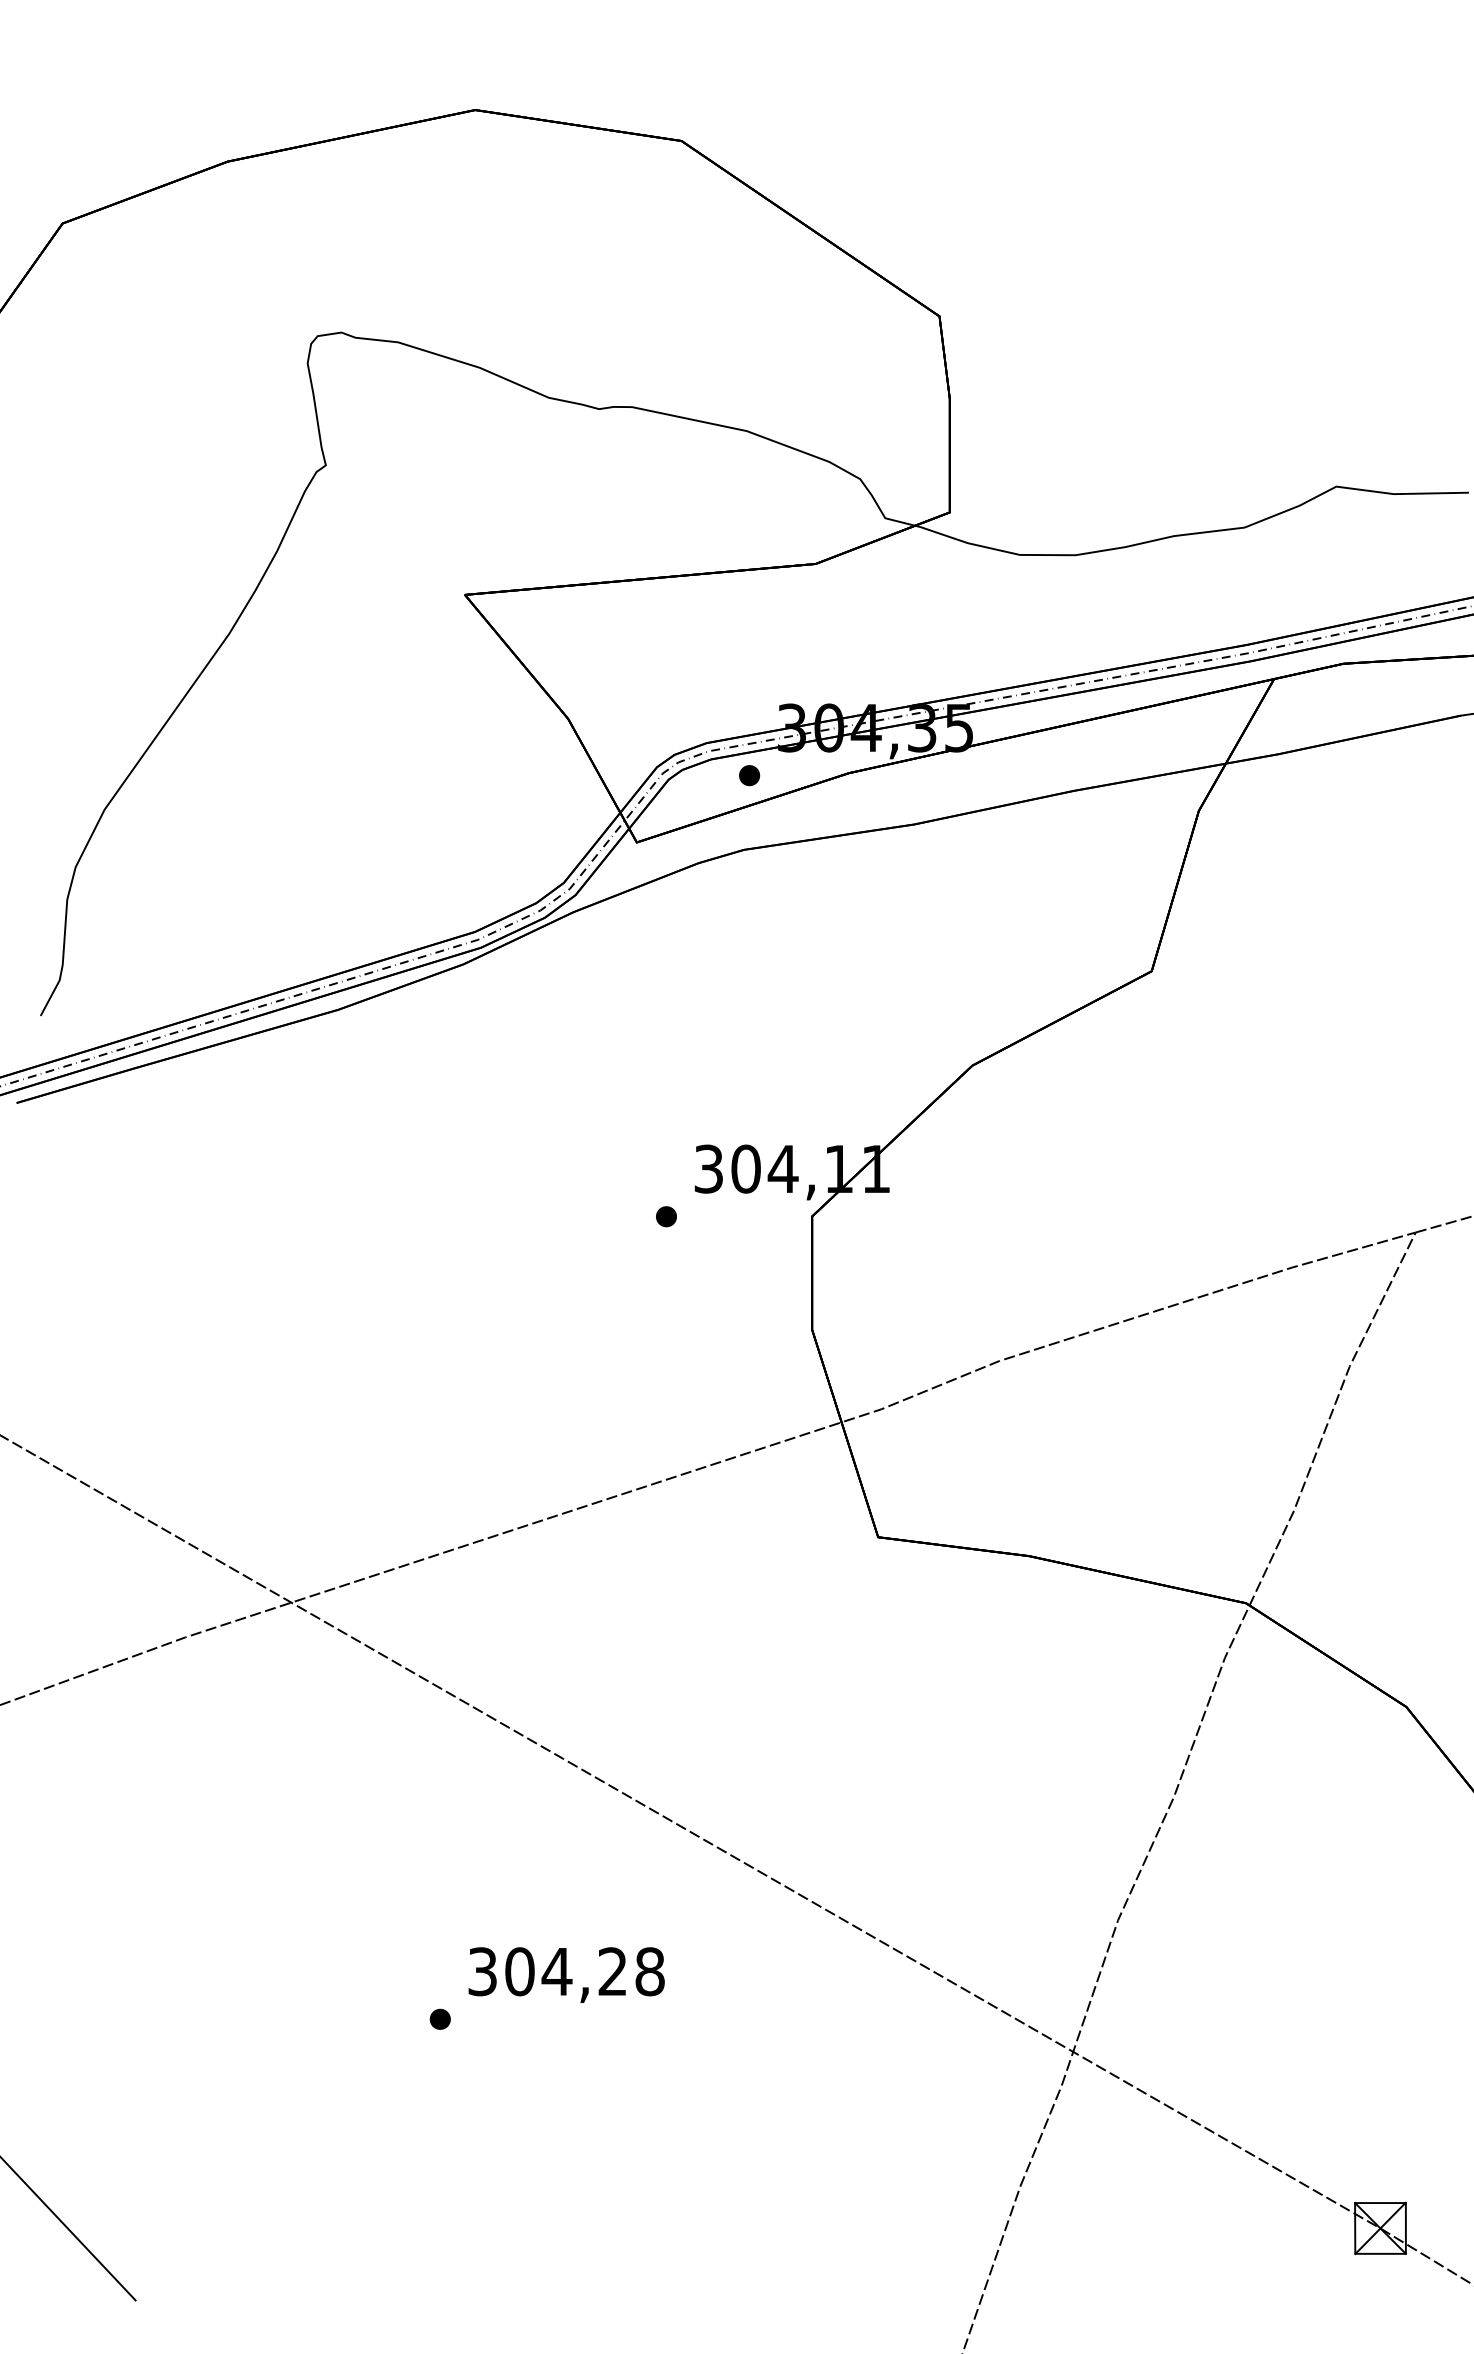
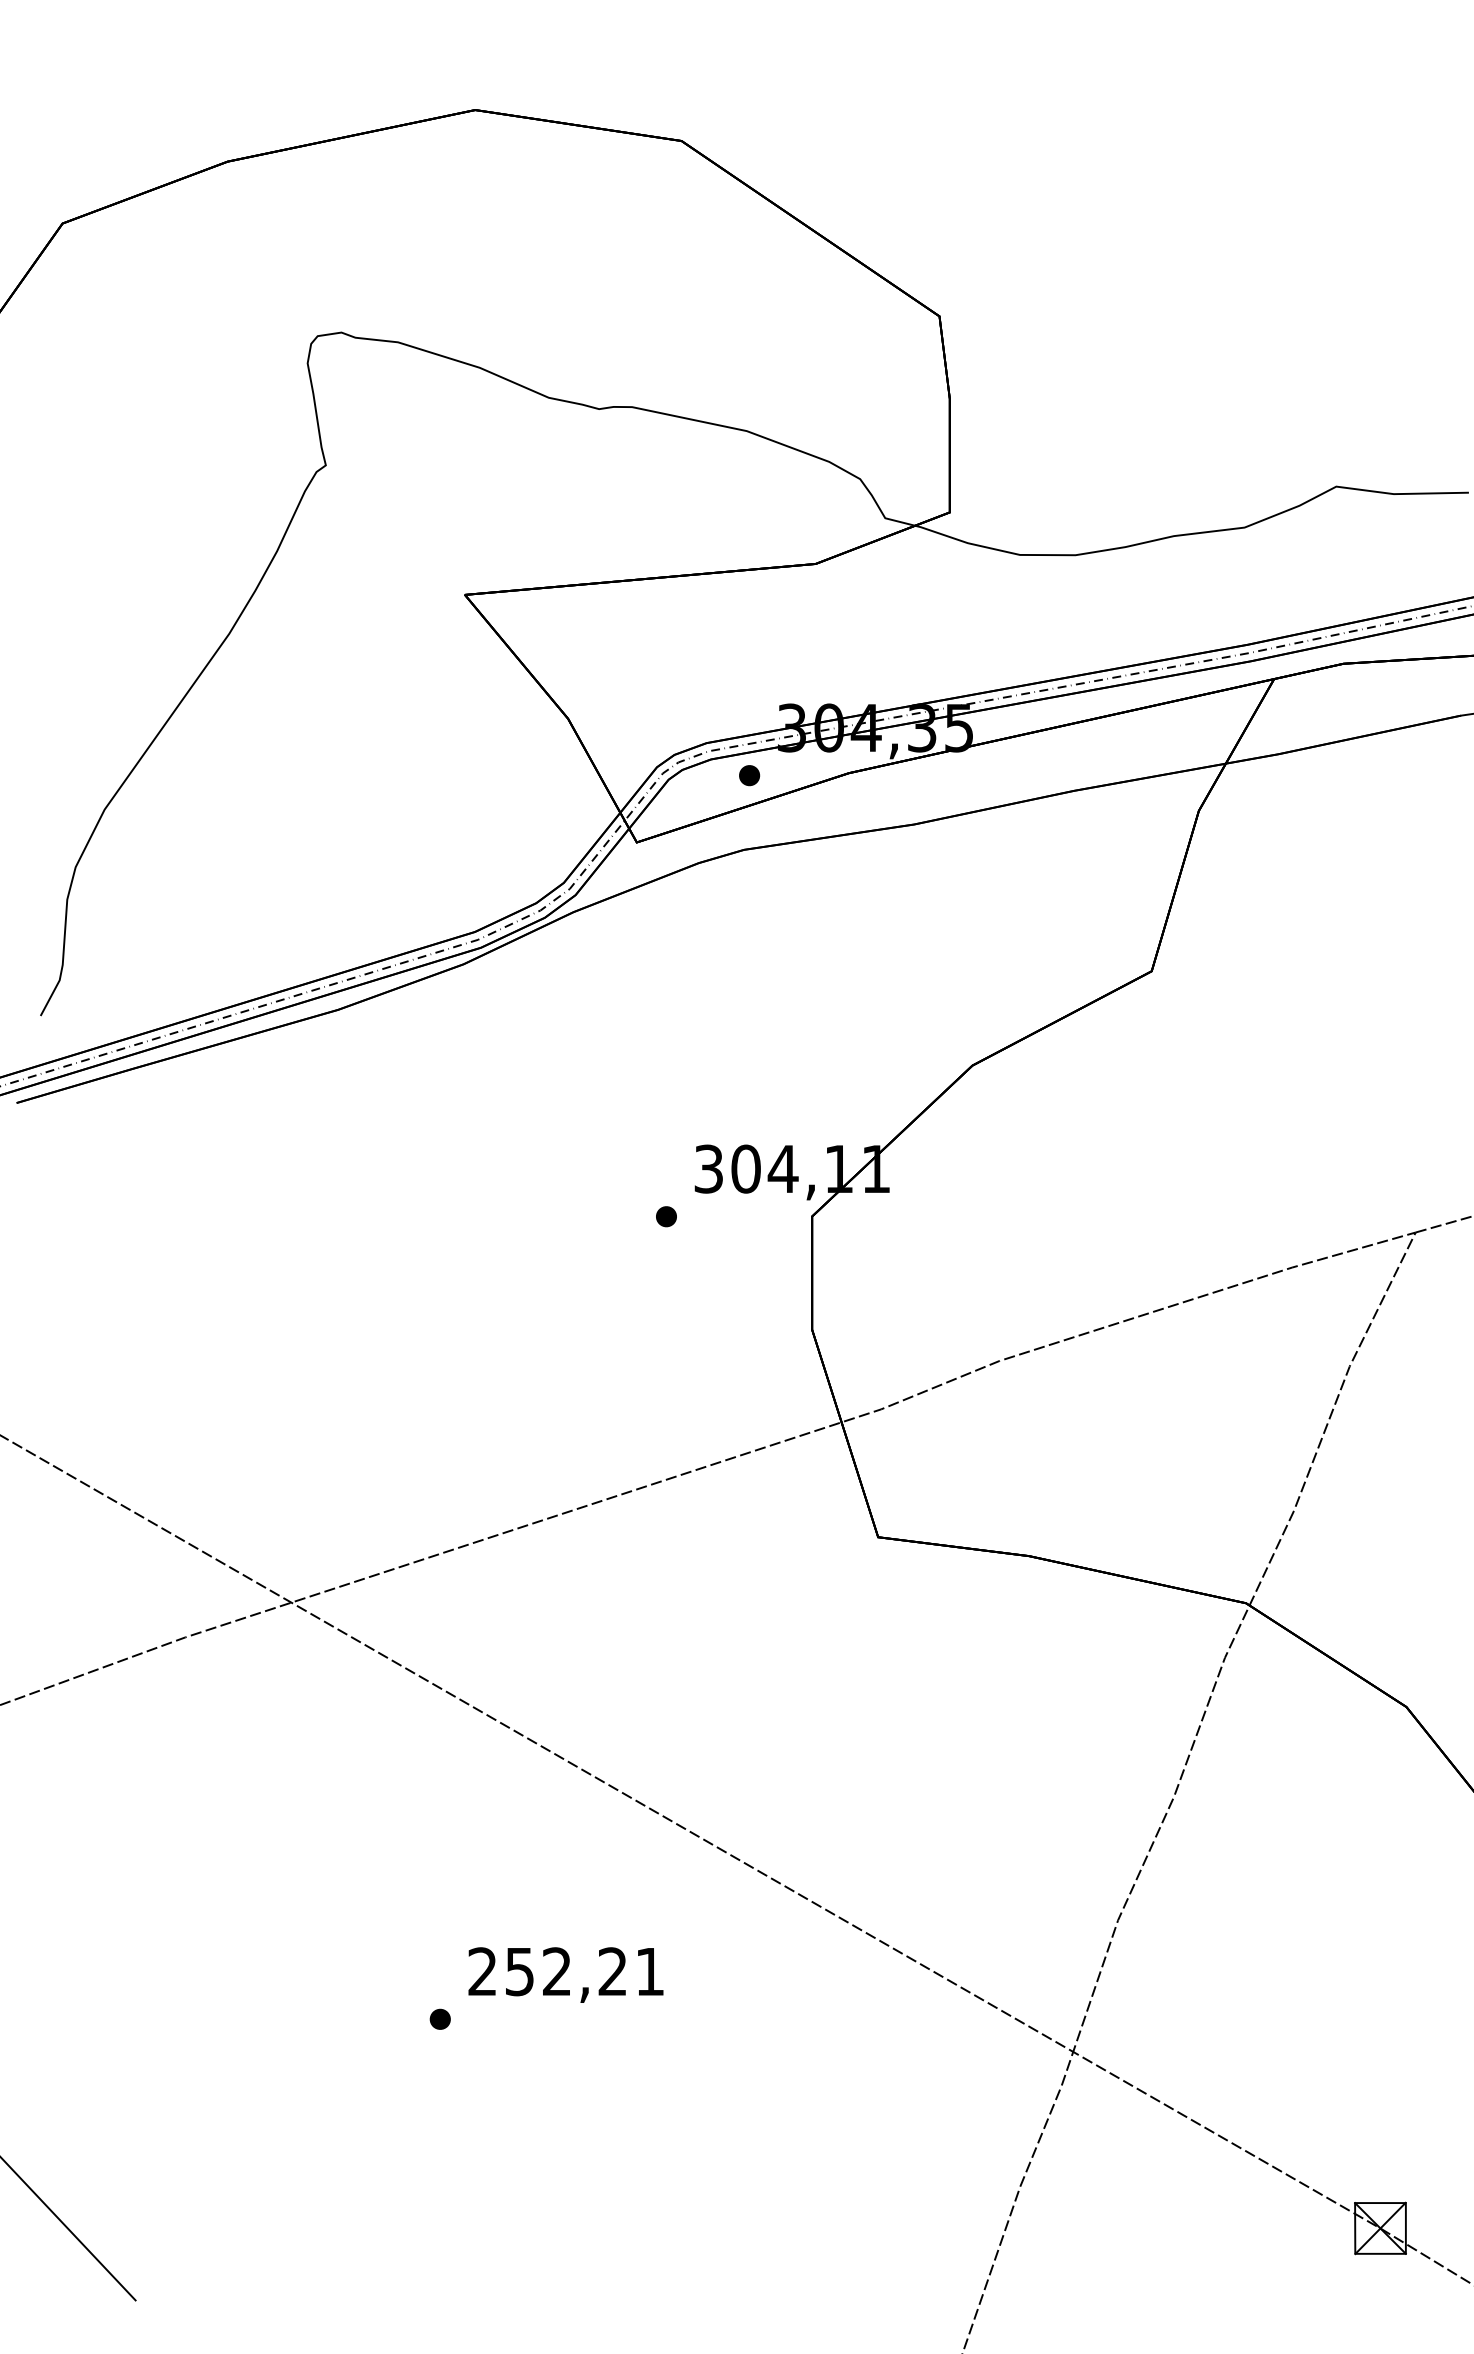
text at (566, 1971): 304,28 -> 252,21
